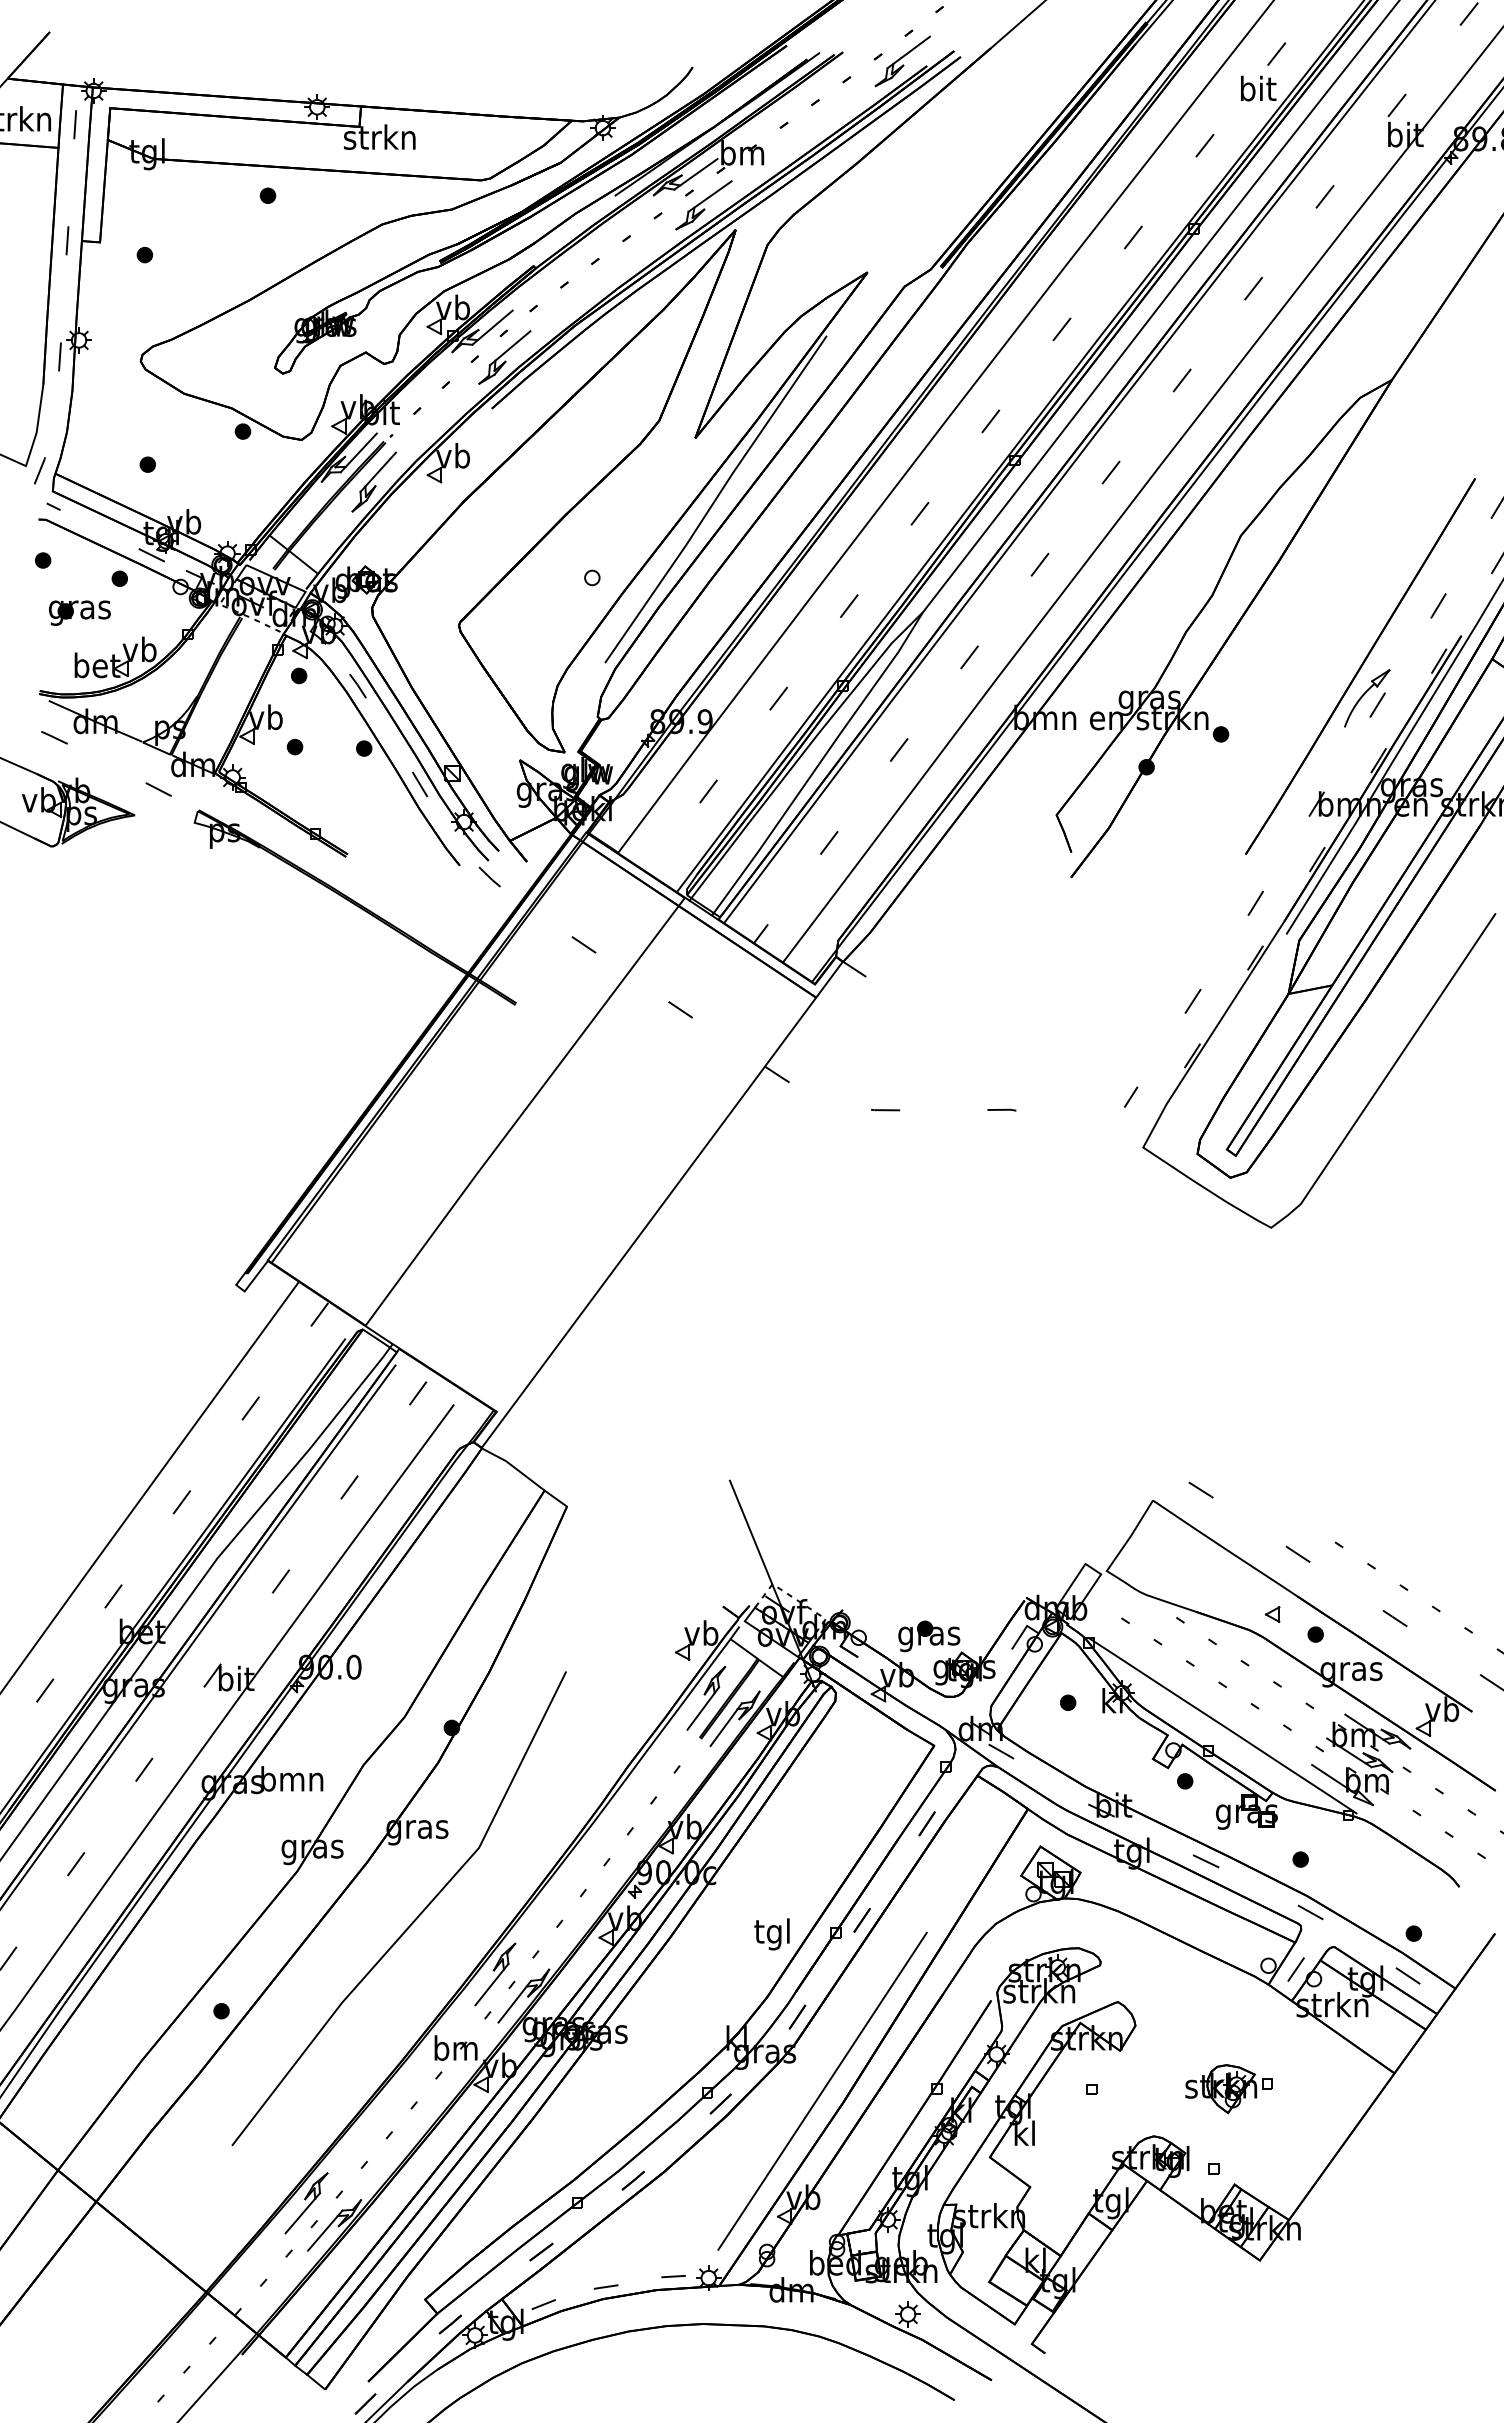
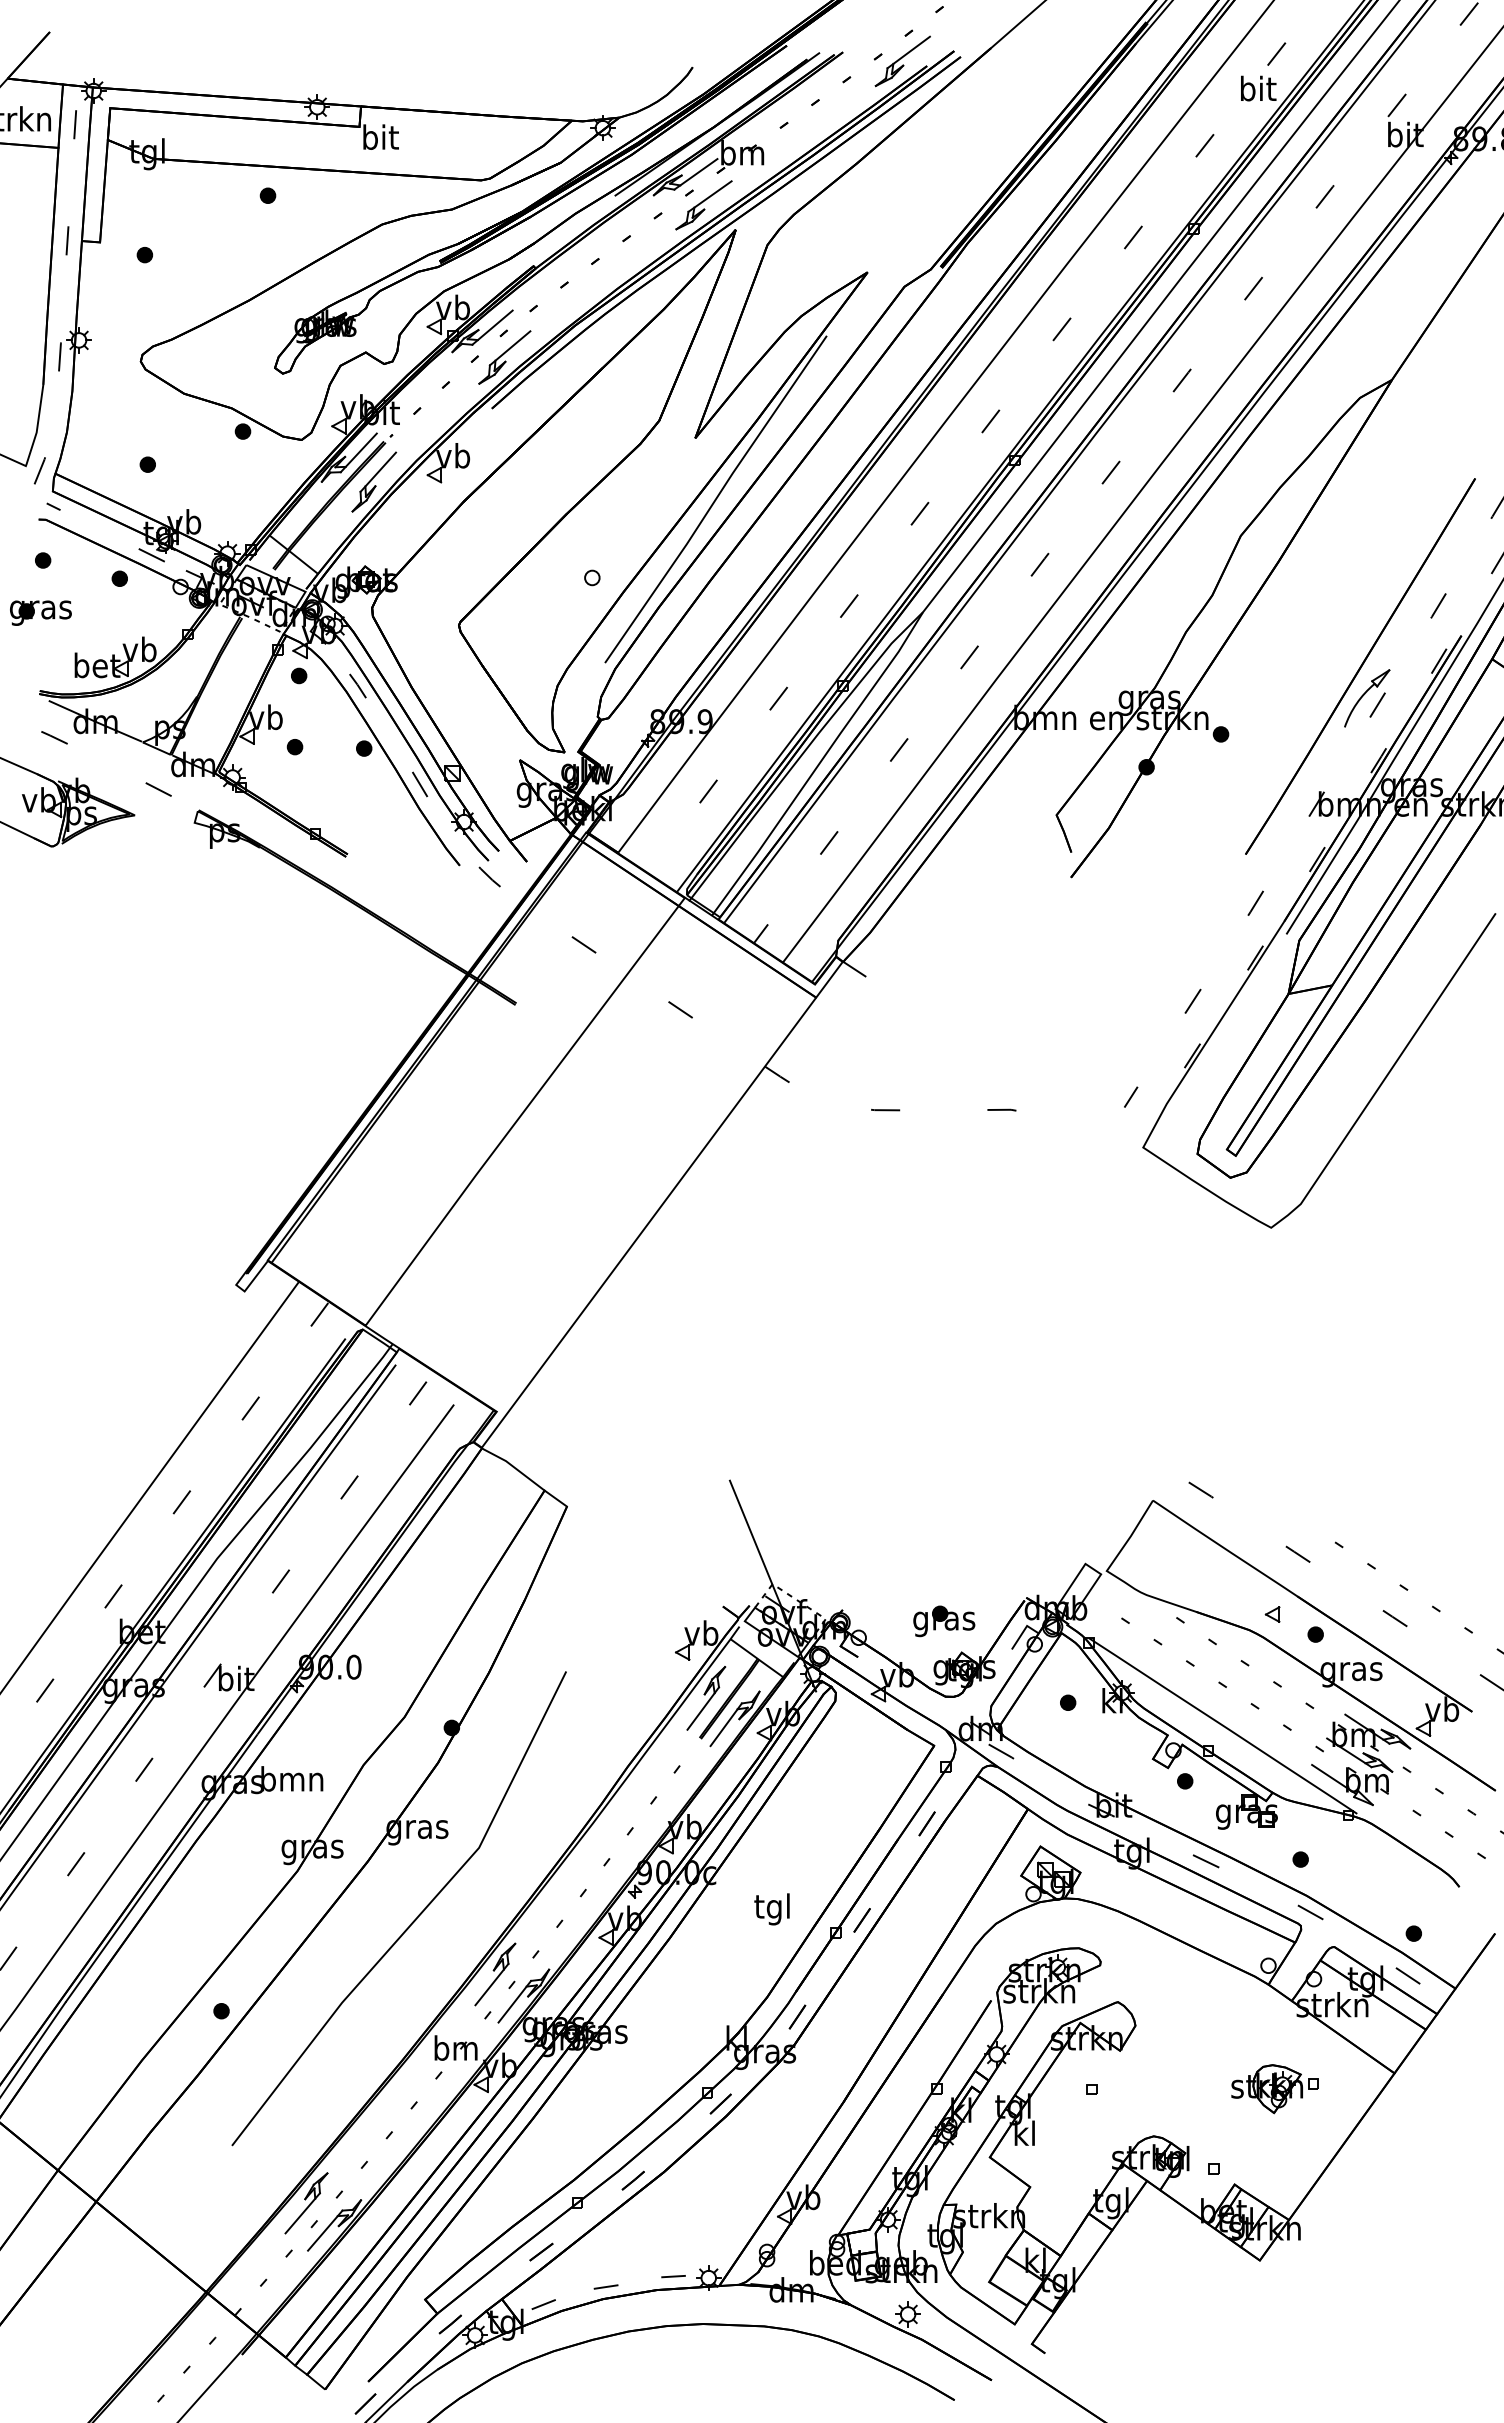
text at (379, 136): strkn -> bit
part at (79, 612) position: (79, 612) -> (40, 612)
part at (929, 1636) position: (929, 1636) -> (944, 1621)
text at (771, 1934) position: (771, 1934) -> (771, 1909)
line at (1295, 1970): present -> none
part at (1228, 2089) position: (1228, 2089) -> (1274, 2089)
line at (822, 2090): present -> none
